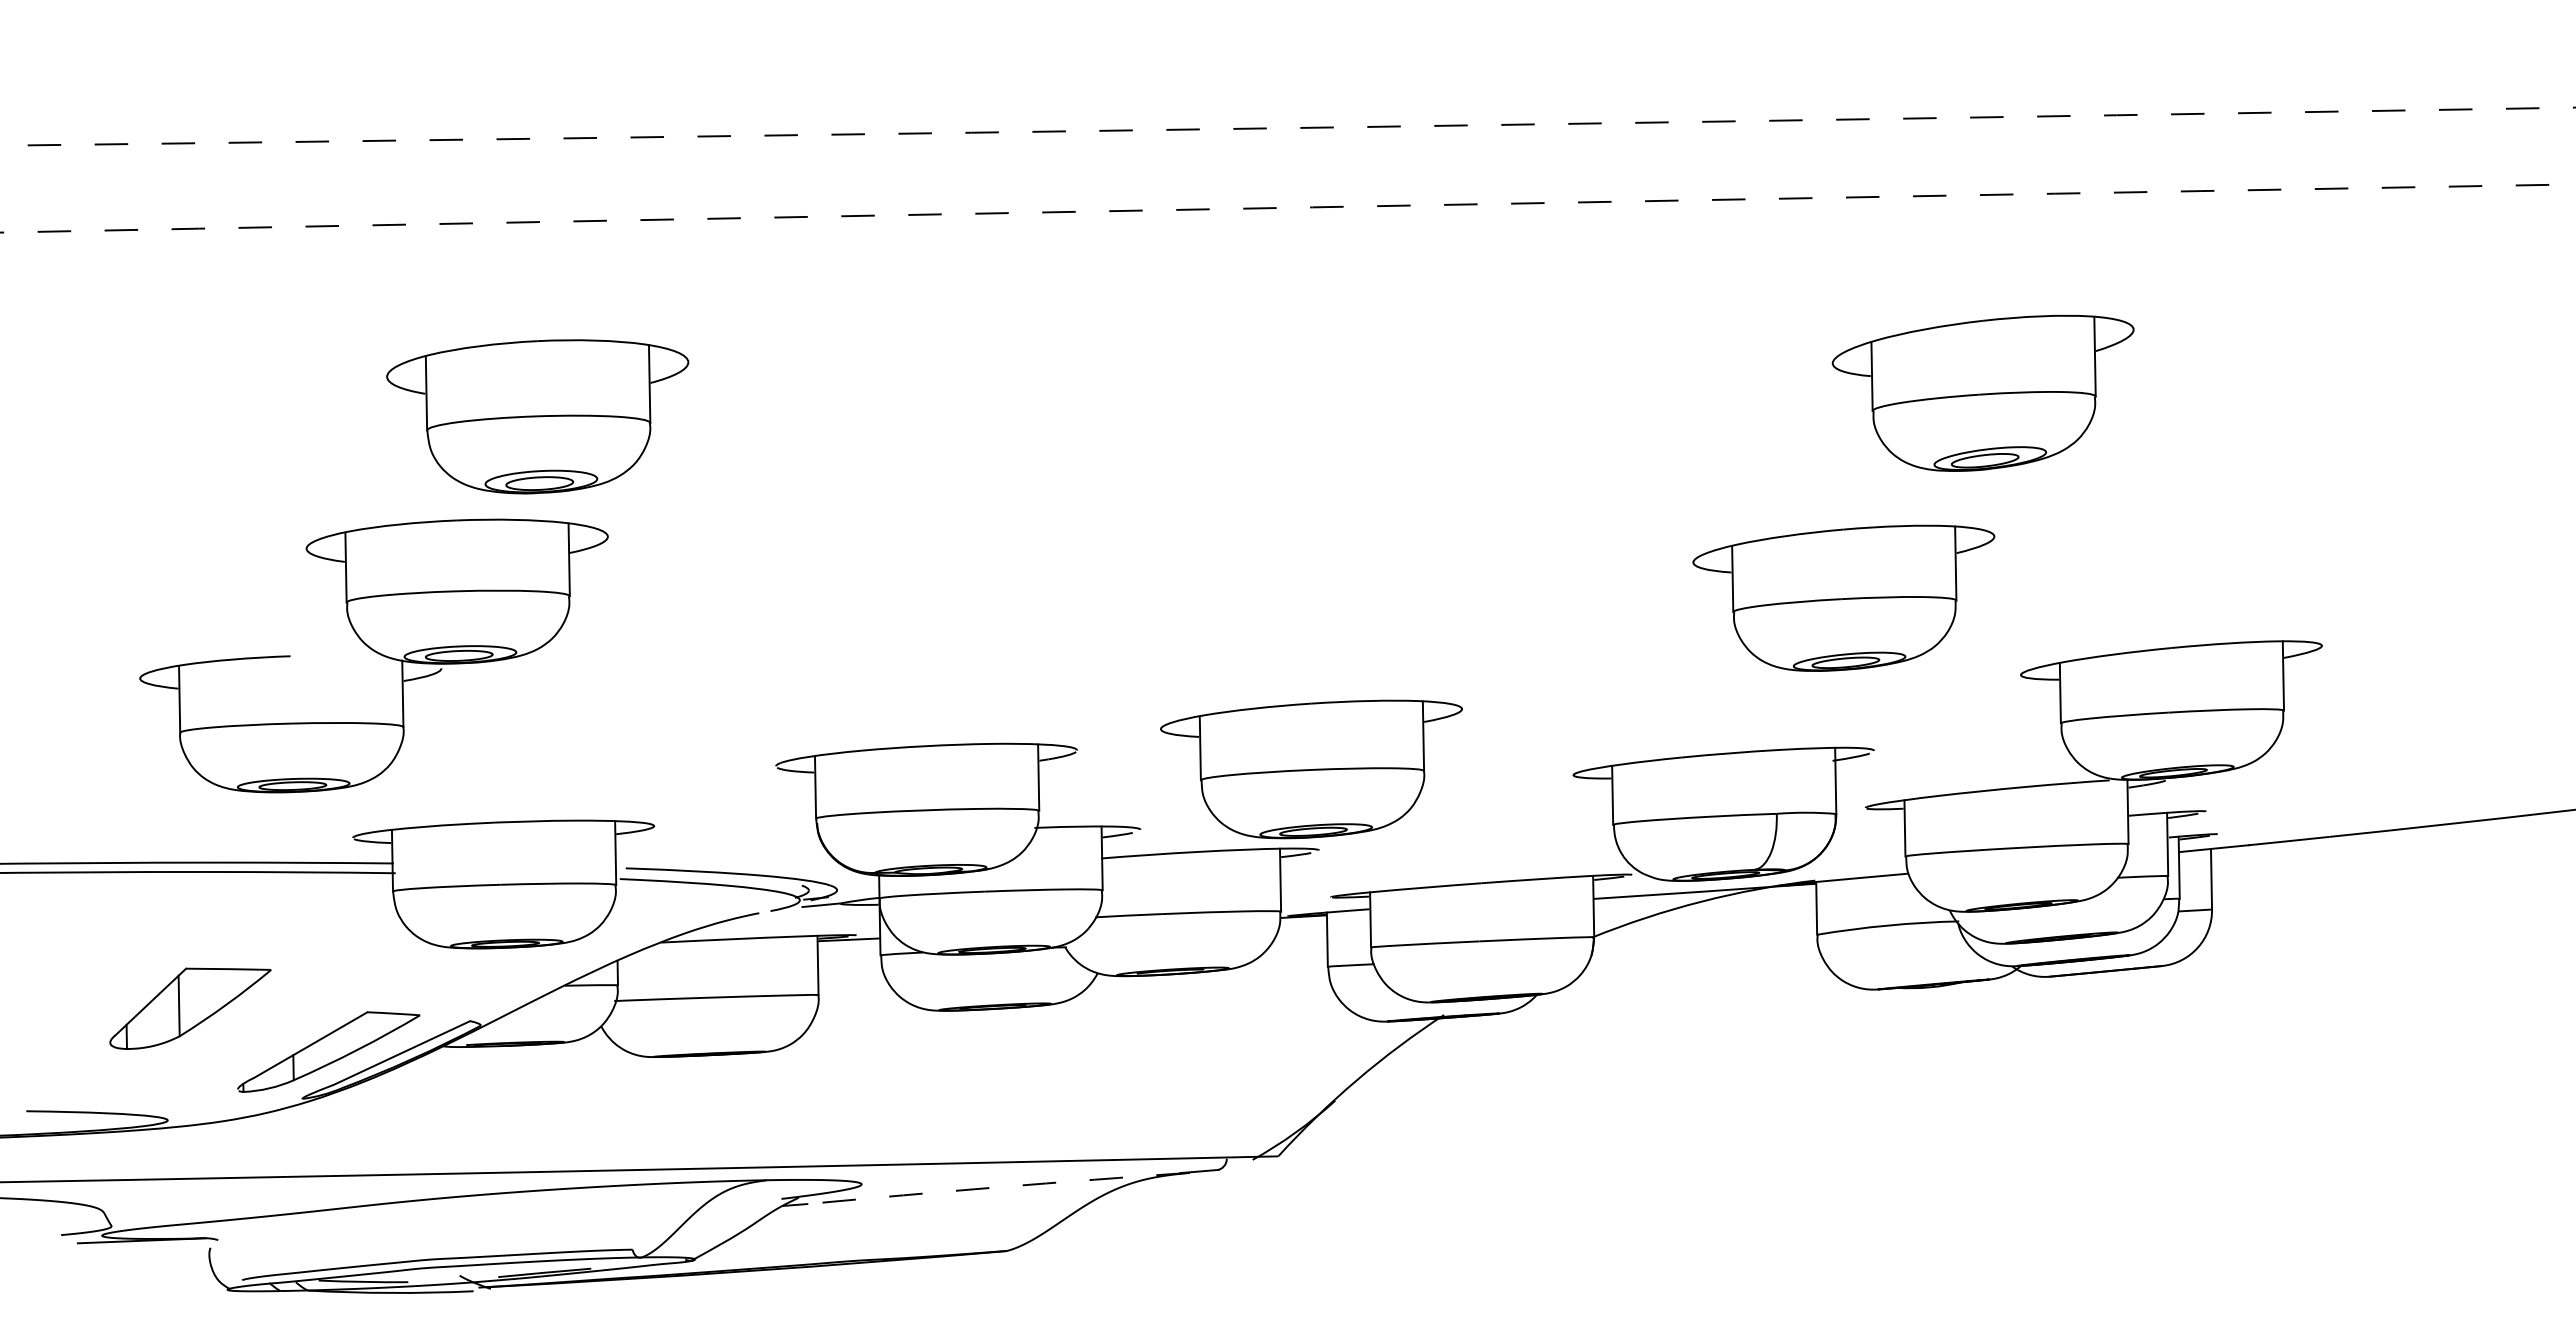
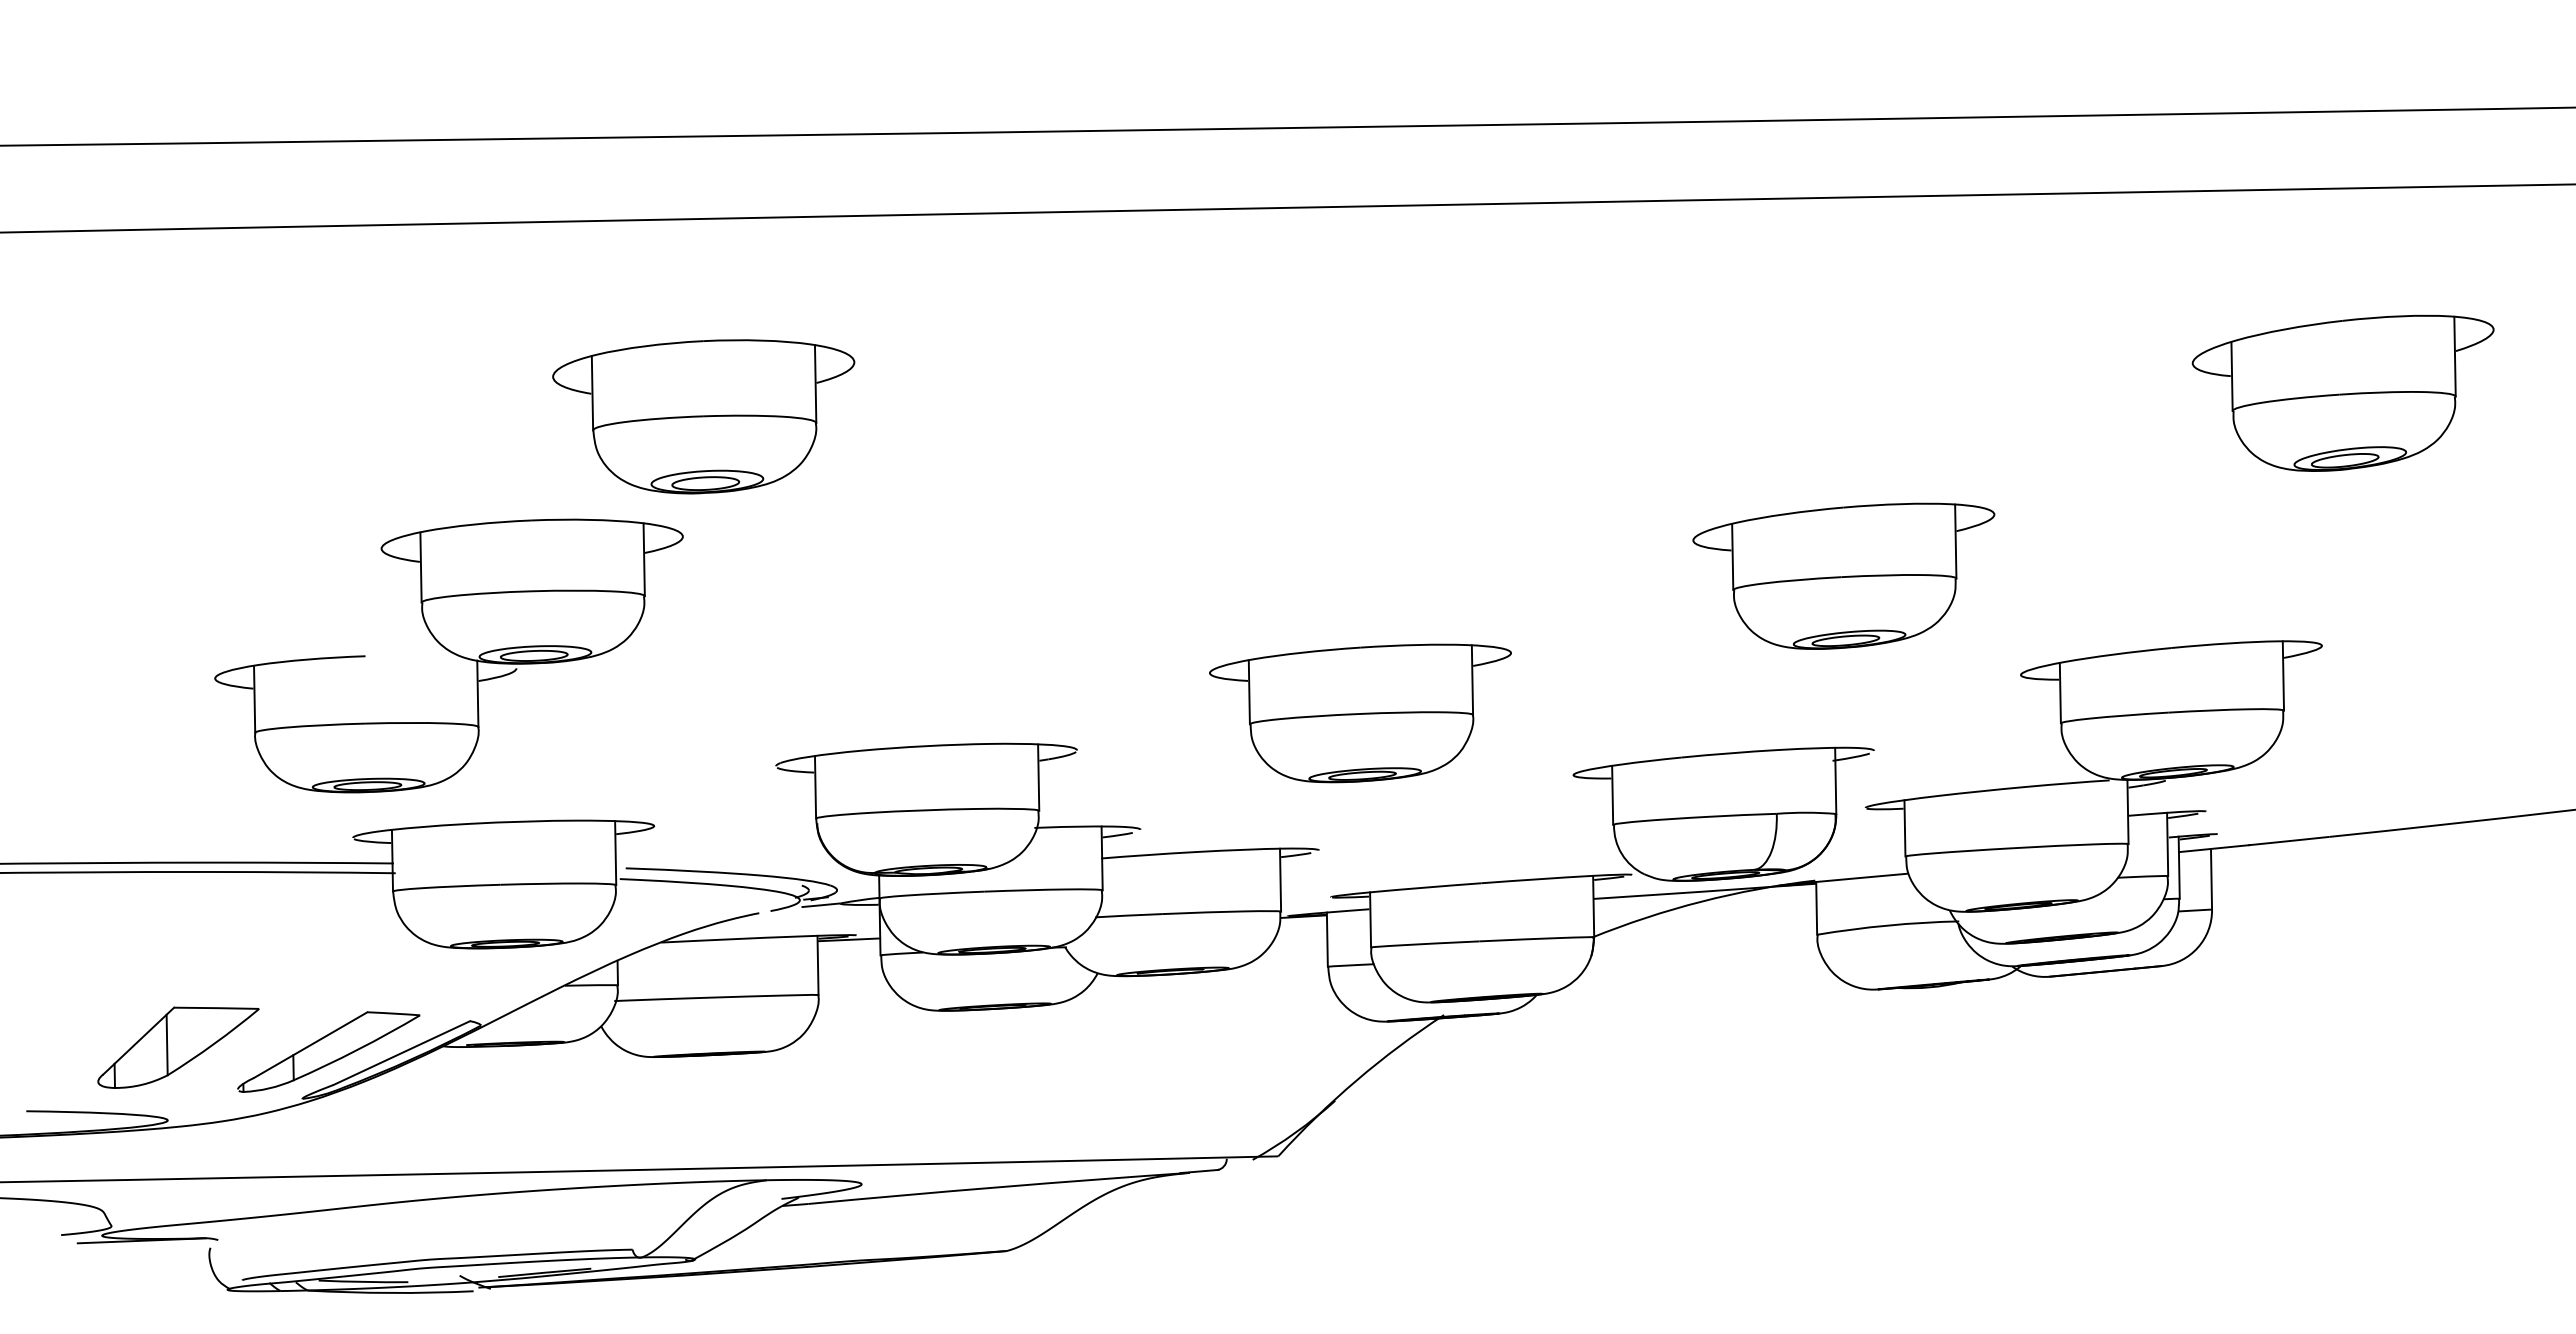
arc at (1288, 128): dashed -> solid
arc at (1288, 207): dashed -> solid
part at (1982, 392) position: (1982, 392) -> (2342, 392)
part at (537, 416) position: (537, 416) -> (703, 416)
part at (1843, 597) position: (1843, 597) -> (1843, 575)
part at (373, 655) position: (373, 655) -> (448, 655)
part at (1311, 769) position: (1311, 769) -> (1360, 713)
part at (190, 1008) position: (190, 1008) -> (178, 1047)
arc at (998, 1187): dashed -> solid
